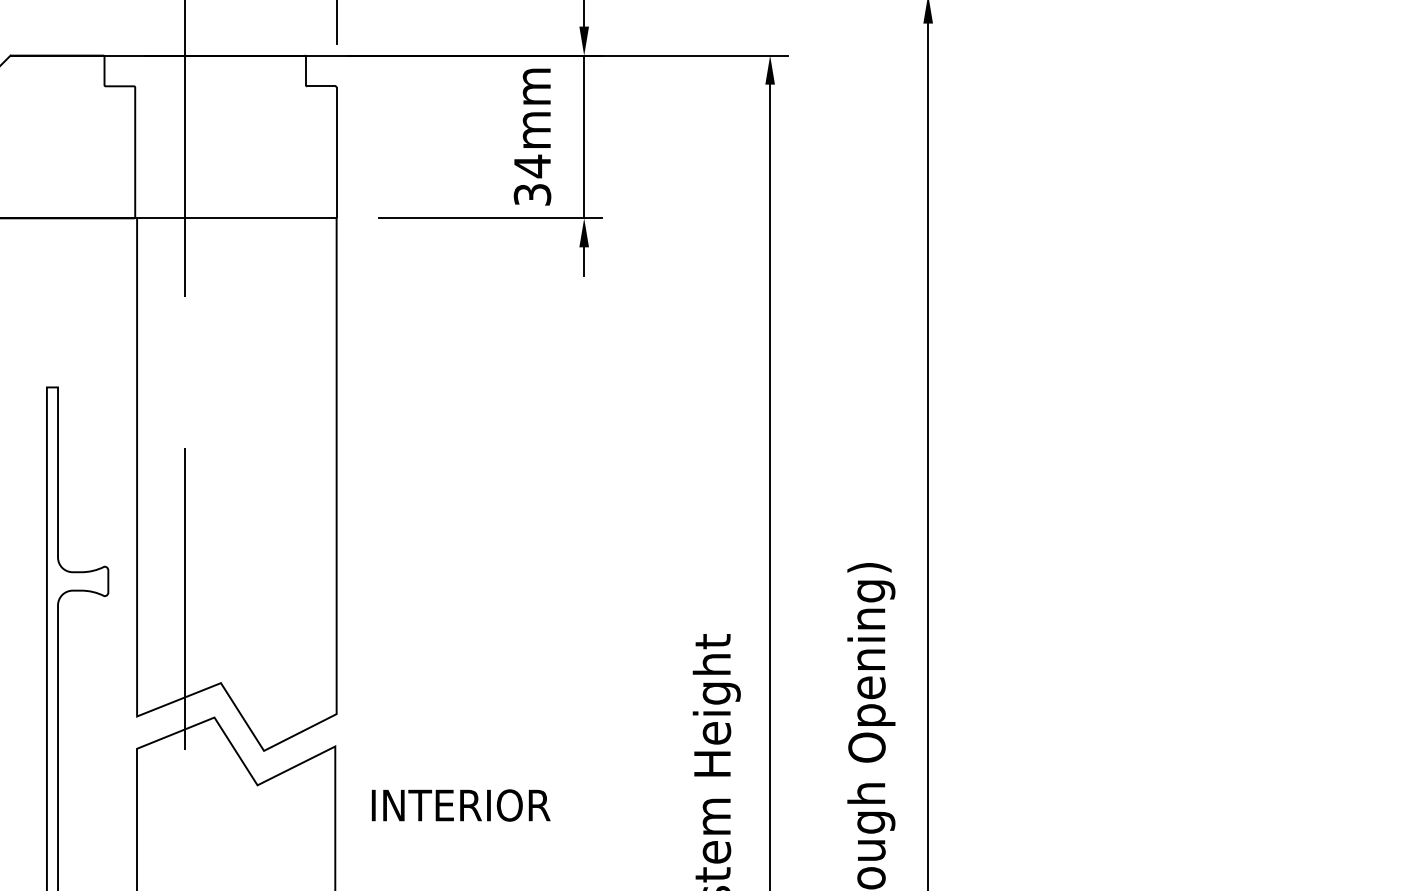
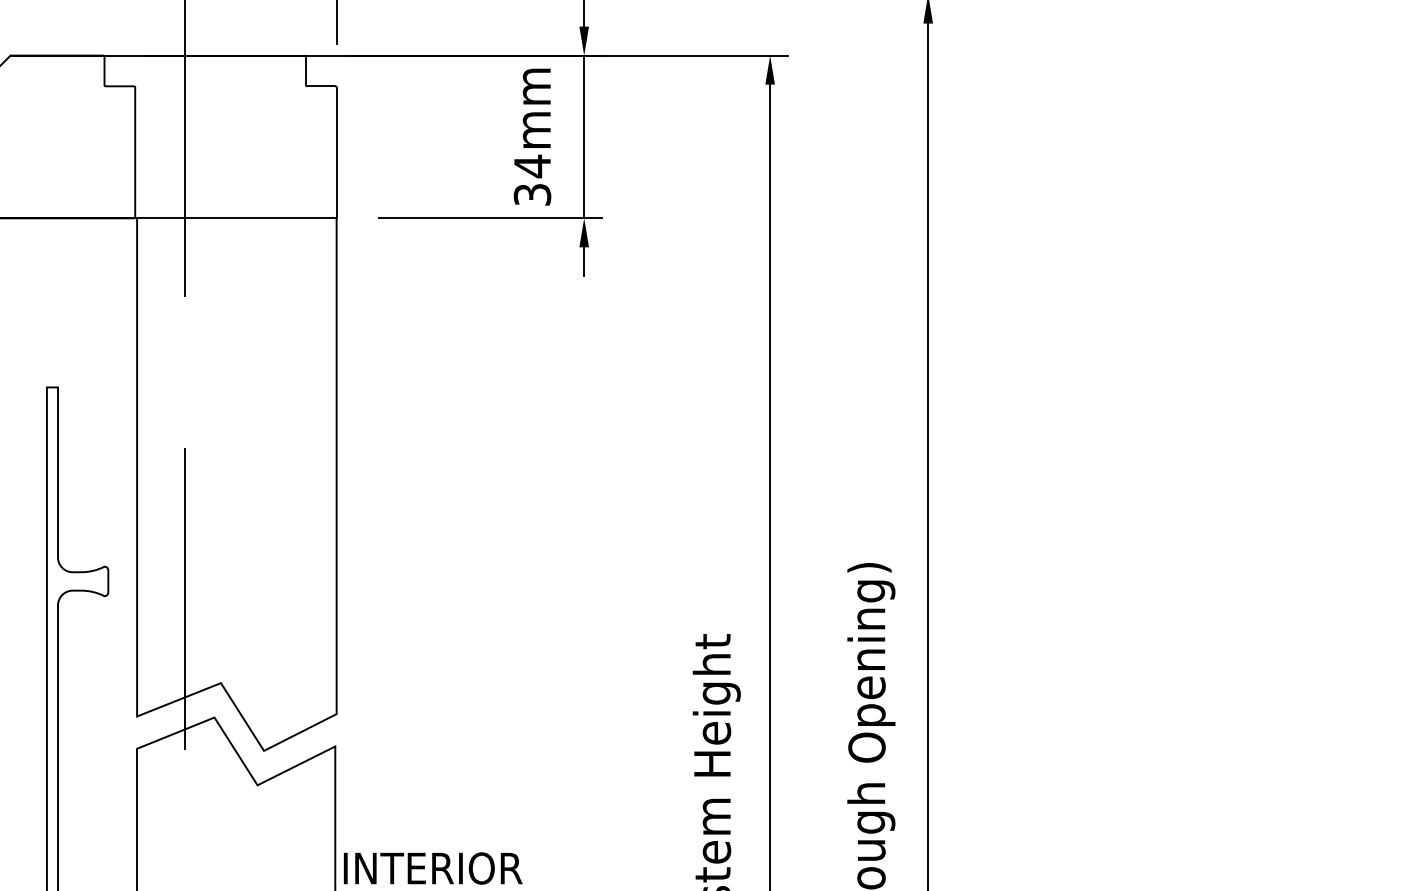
text at (460, 805) position: (460, 805) -> (432, 868)
